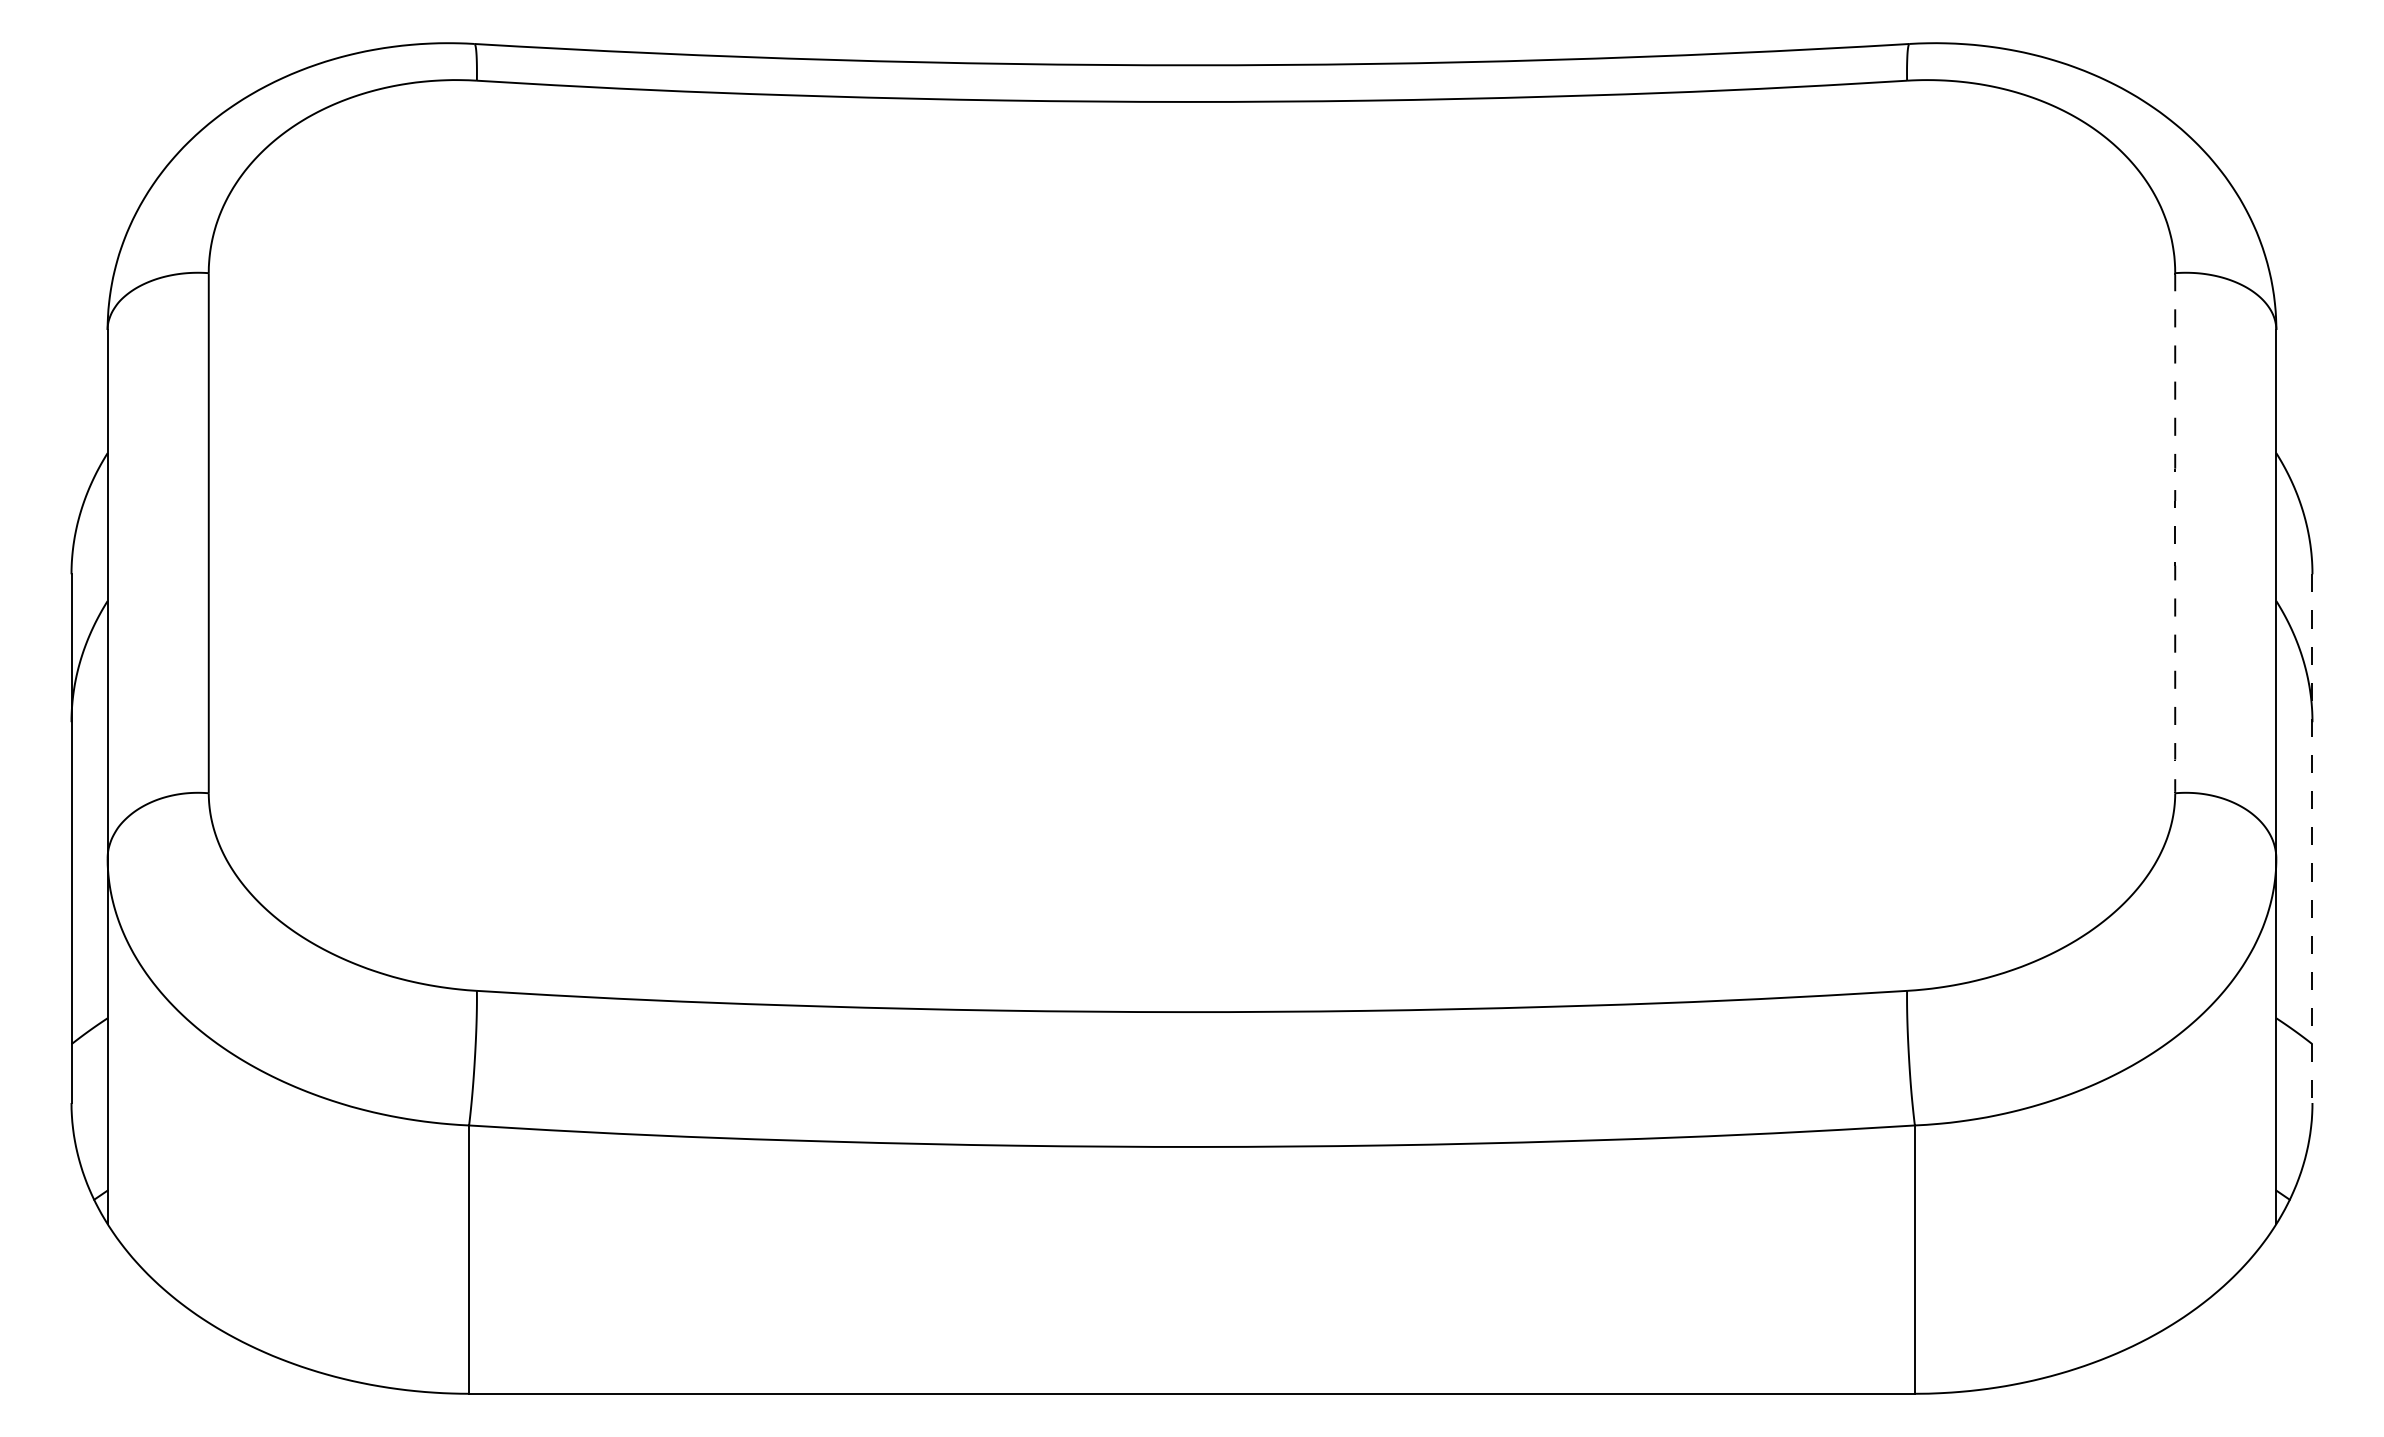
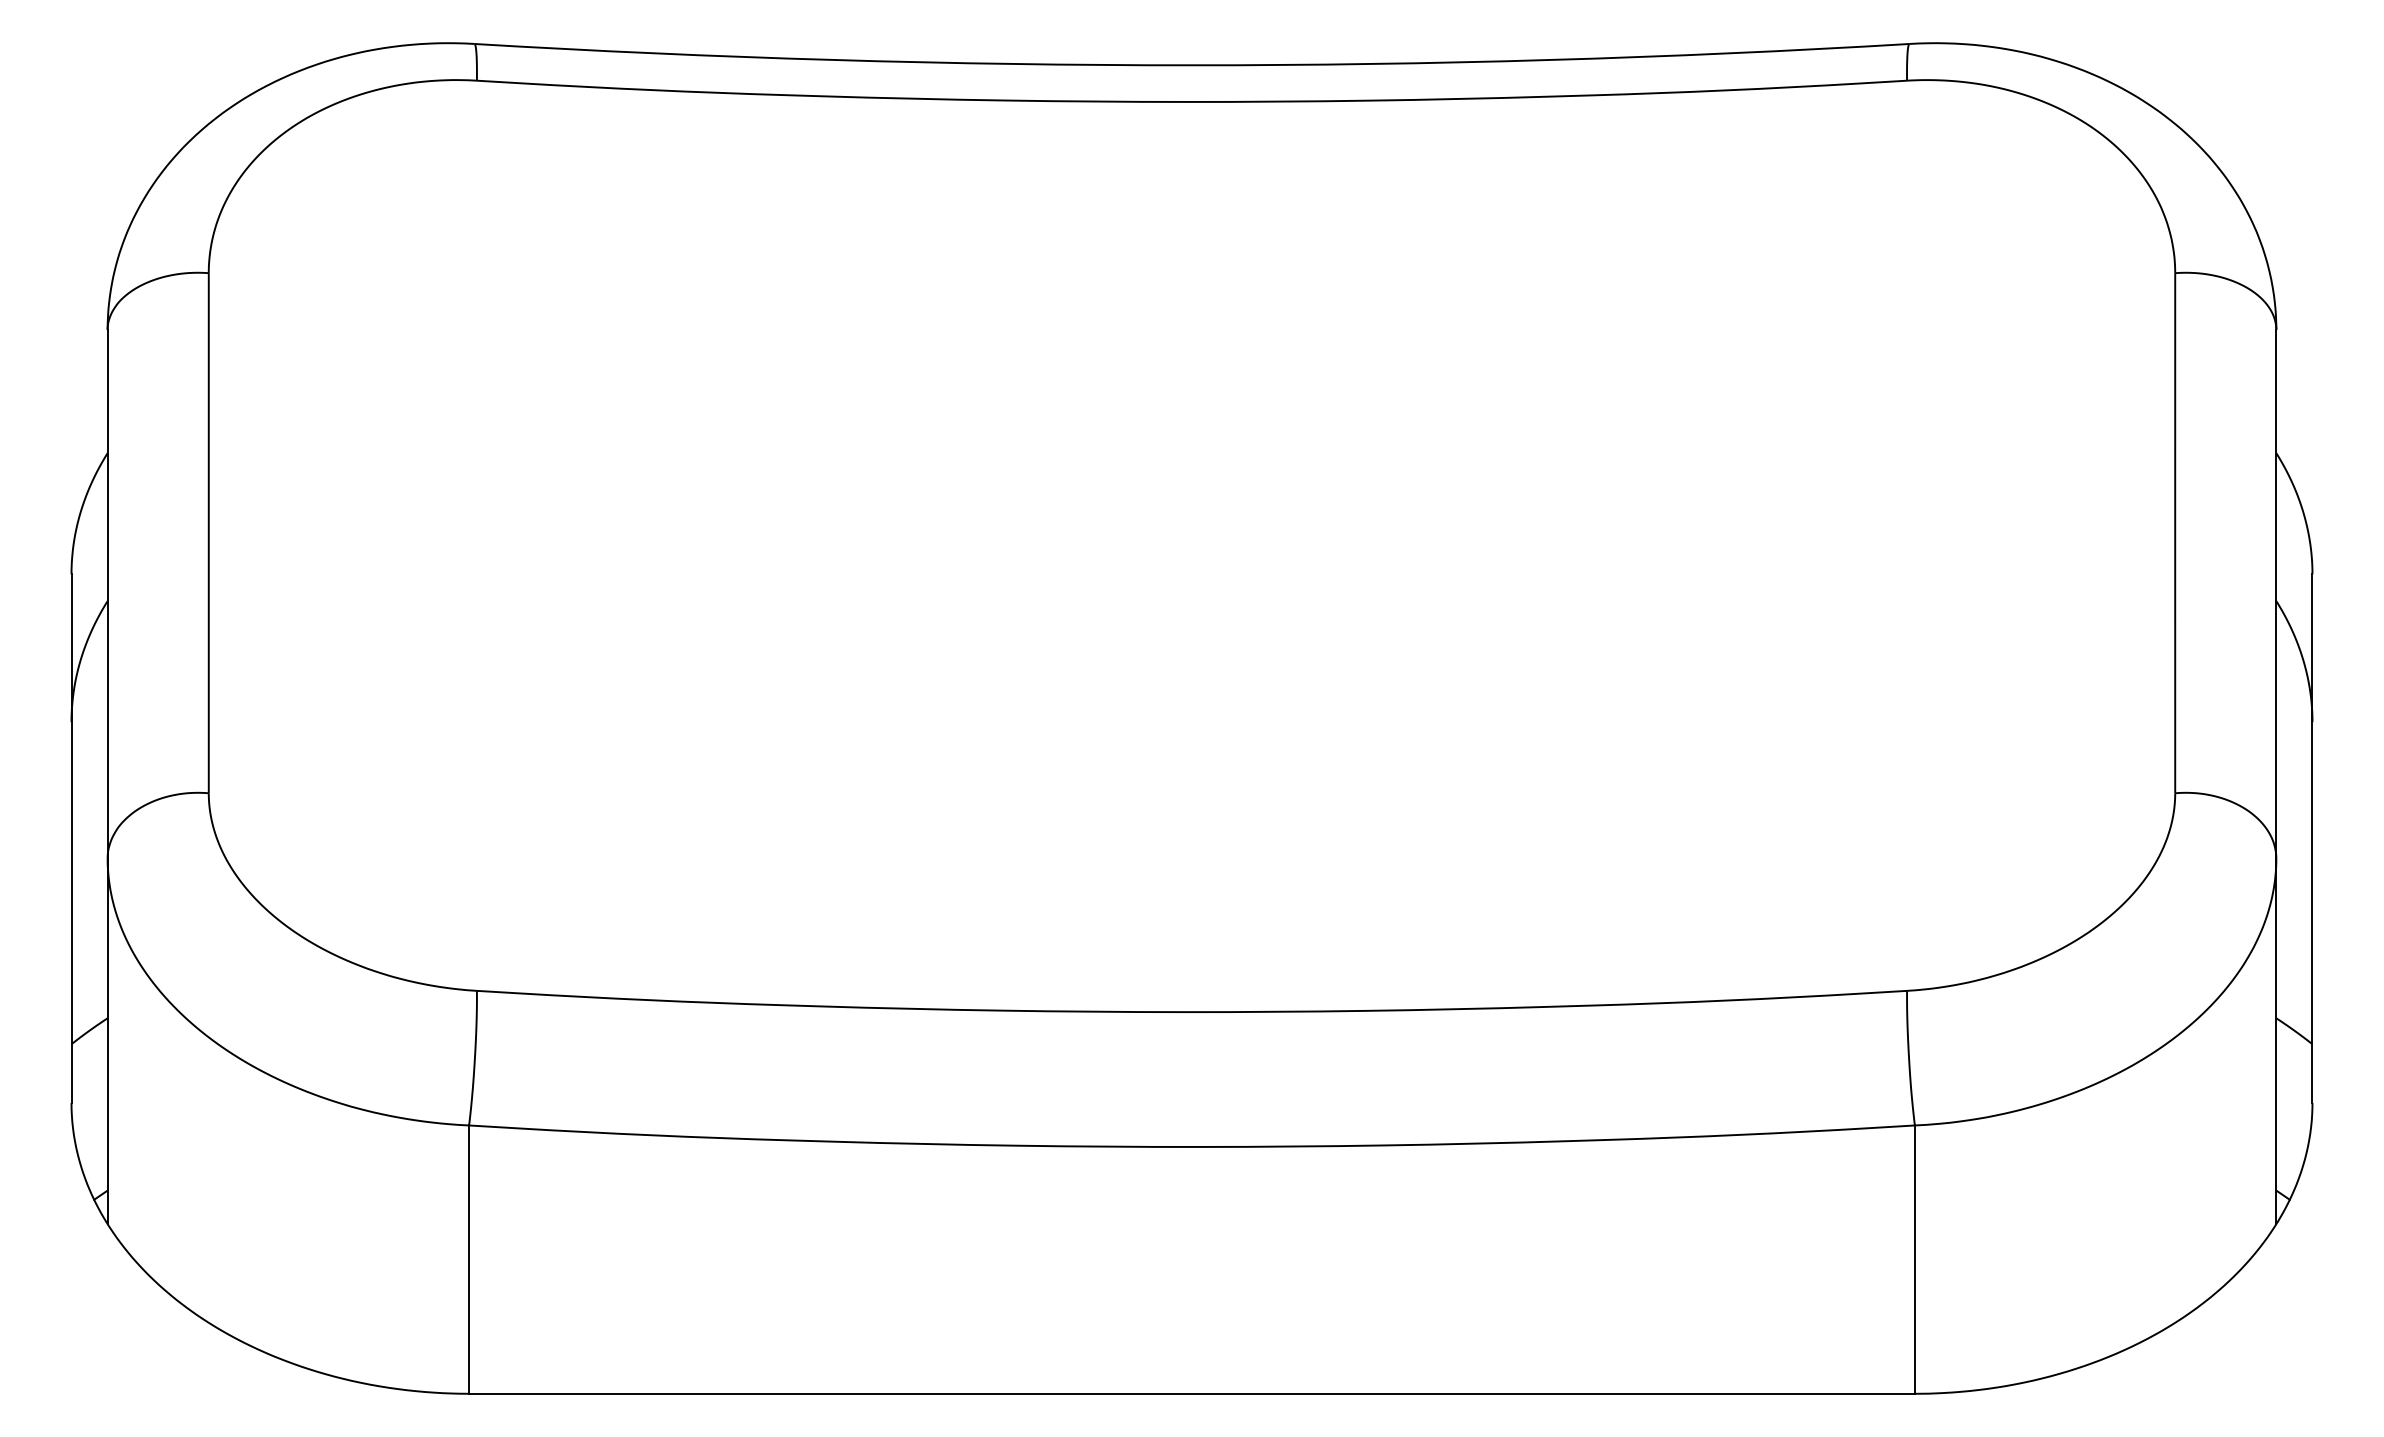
line at (2175, 533): dashed -> solid
line at (2312, 839): dashed -> solid
